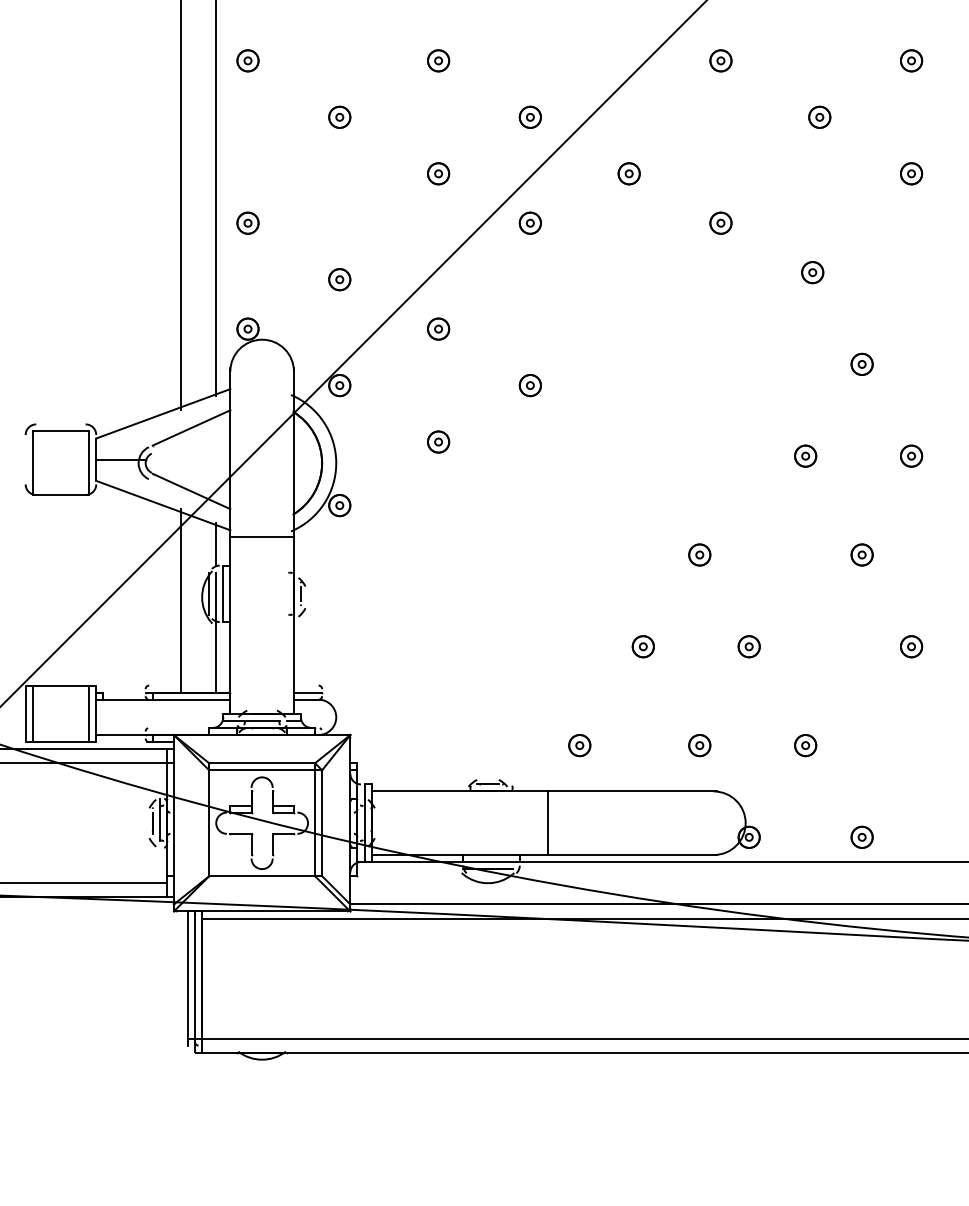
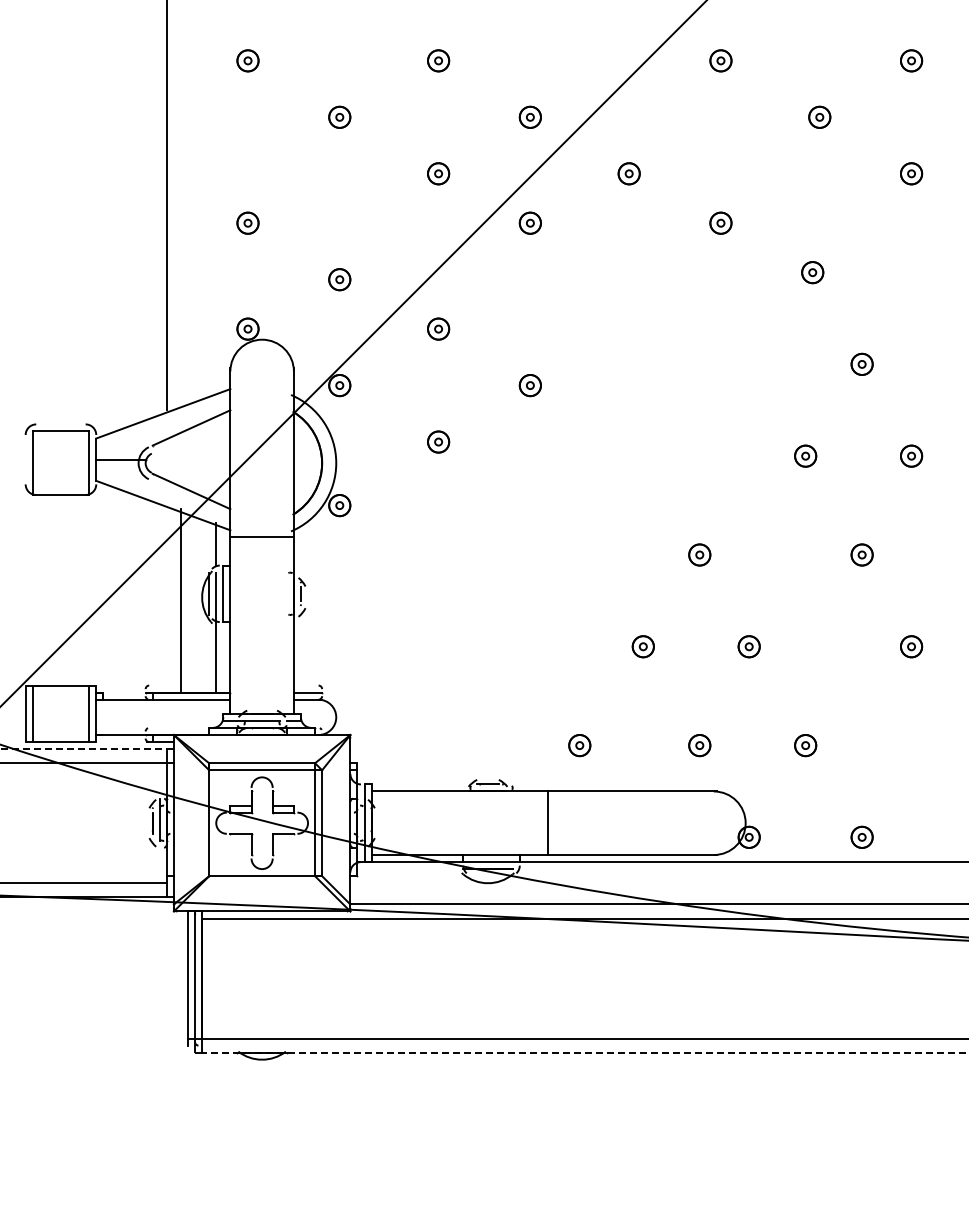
line at (216, 199): present -> none
line at (180, 206) position: (180, 206) -> (166, 206)
line at (83, 749): solid -> dashed
line at (584, 1052): solid -> dashed
